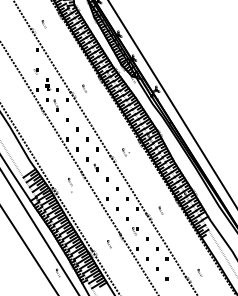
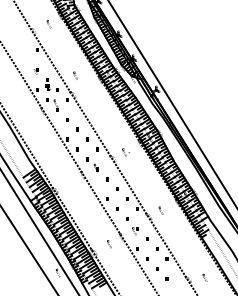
part at (43, 24) position: (43, 24) -> (48, 24)
part at (84, 88) position: (84, 88) -> (75, 75)
part at (70, 184): present -> none
part at (199, 272) position: (199, 272) -> (204, 277)
